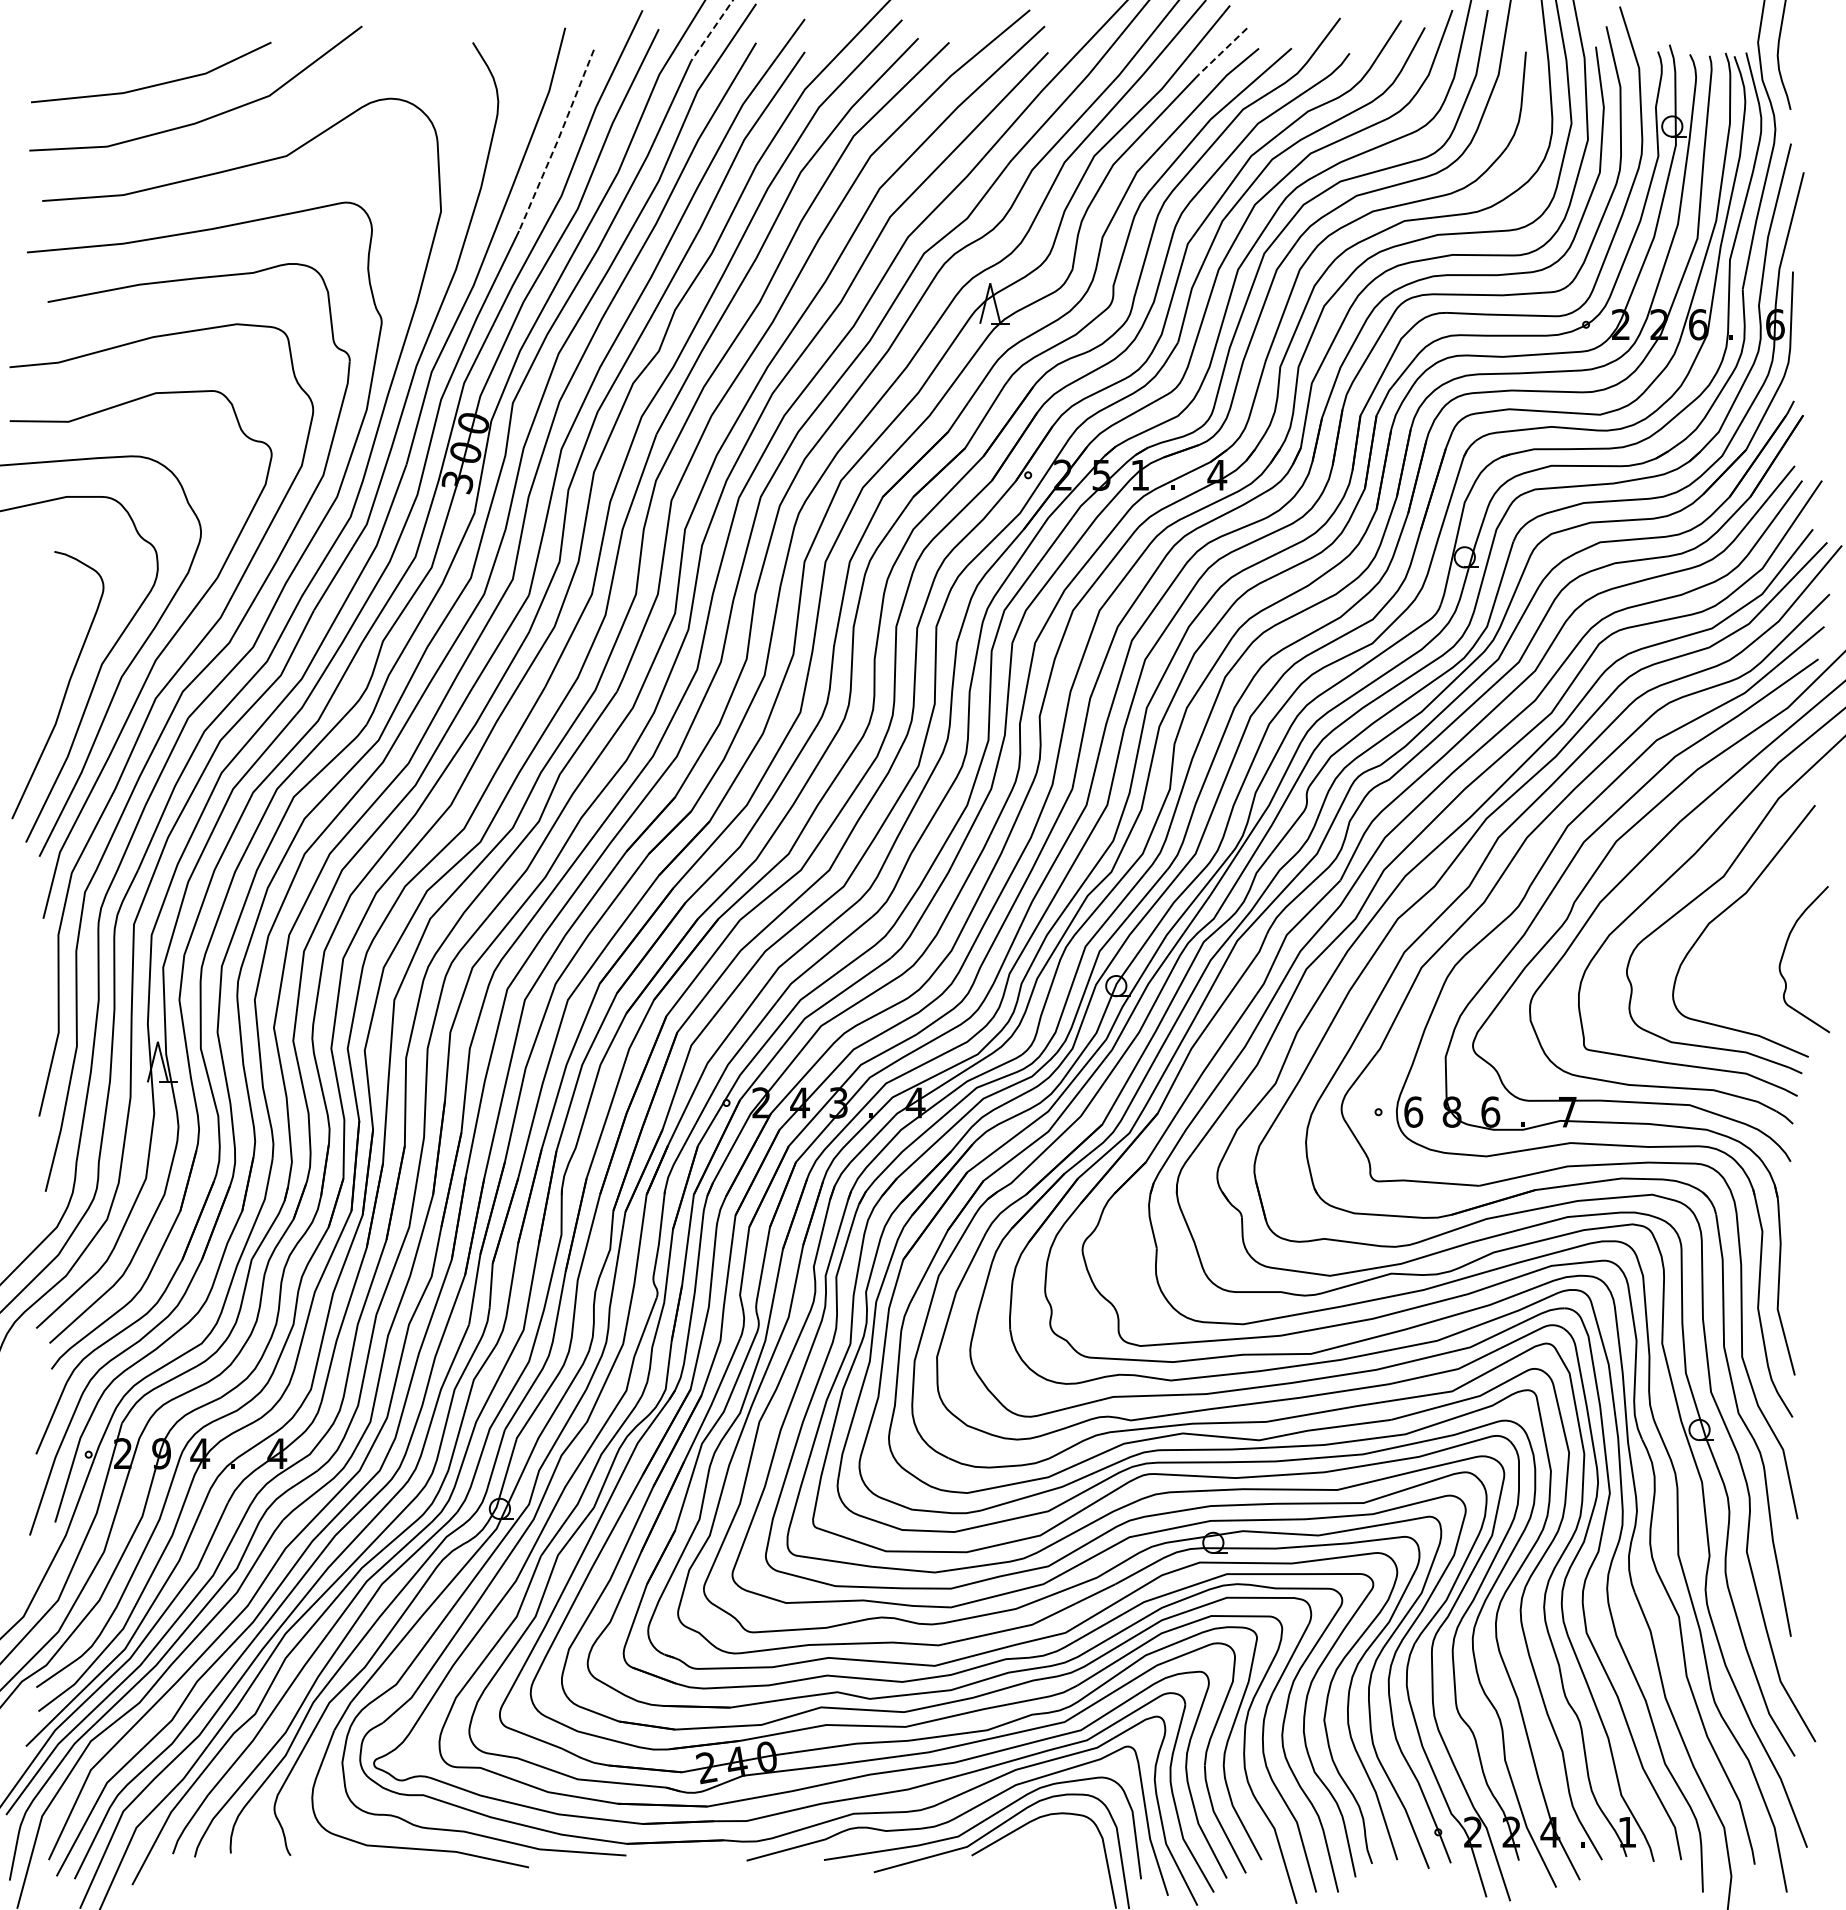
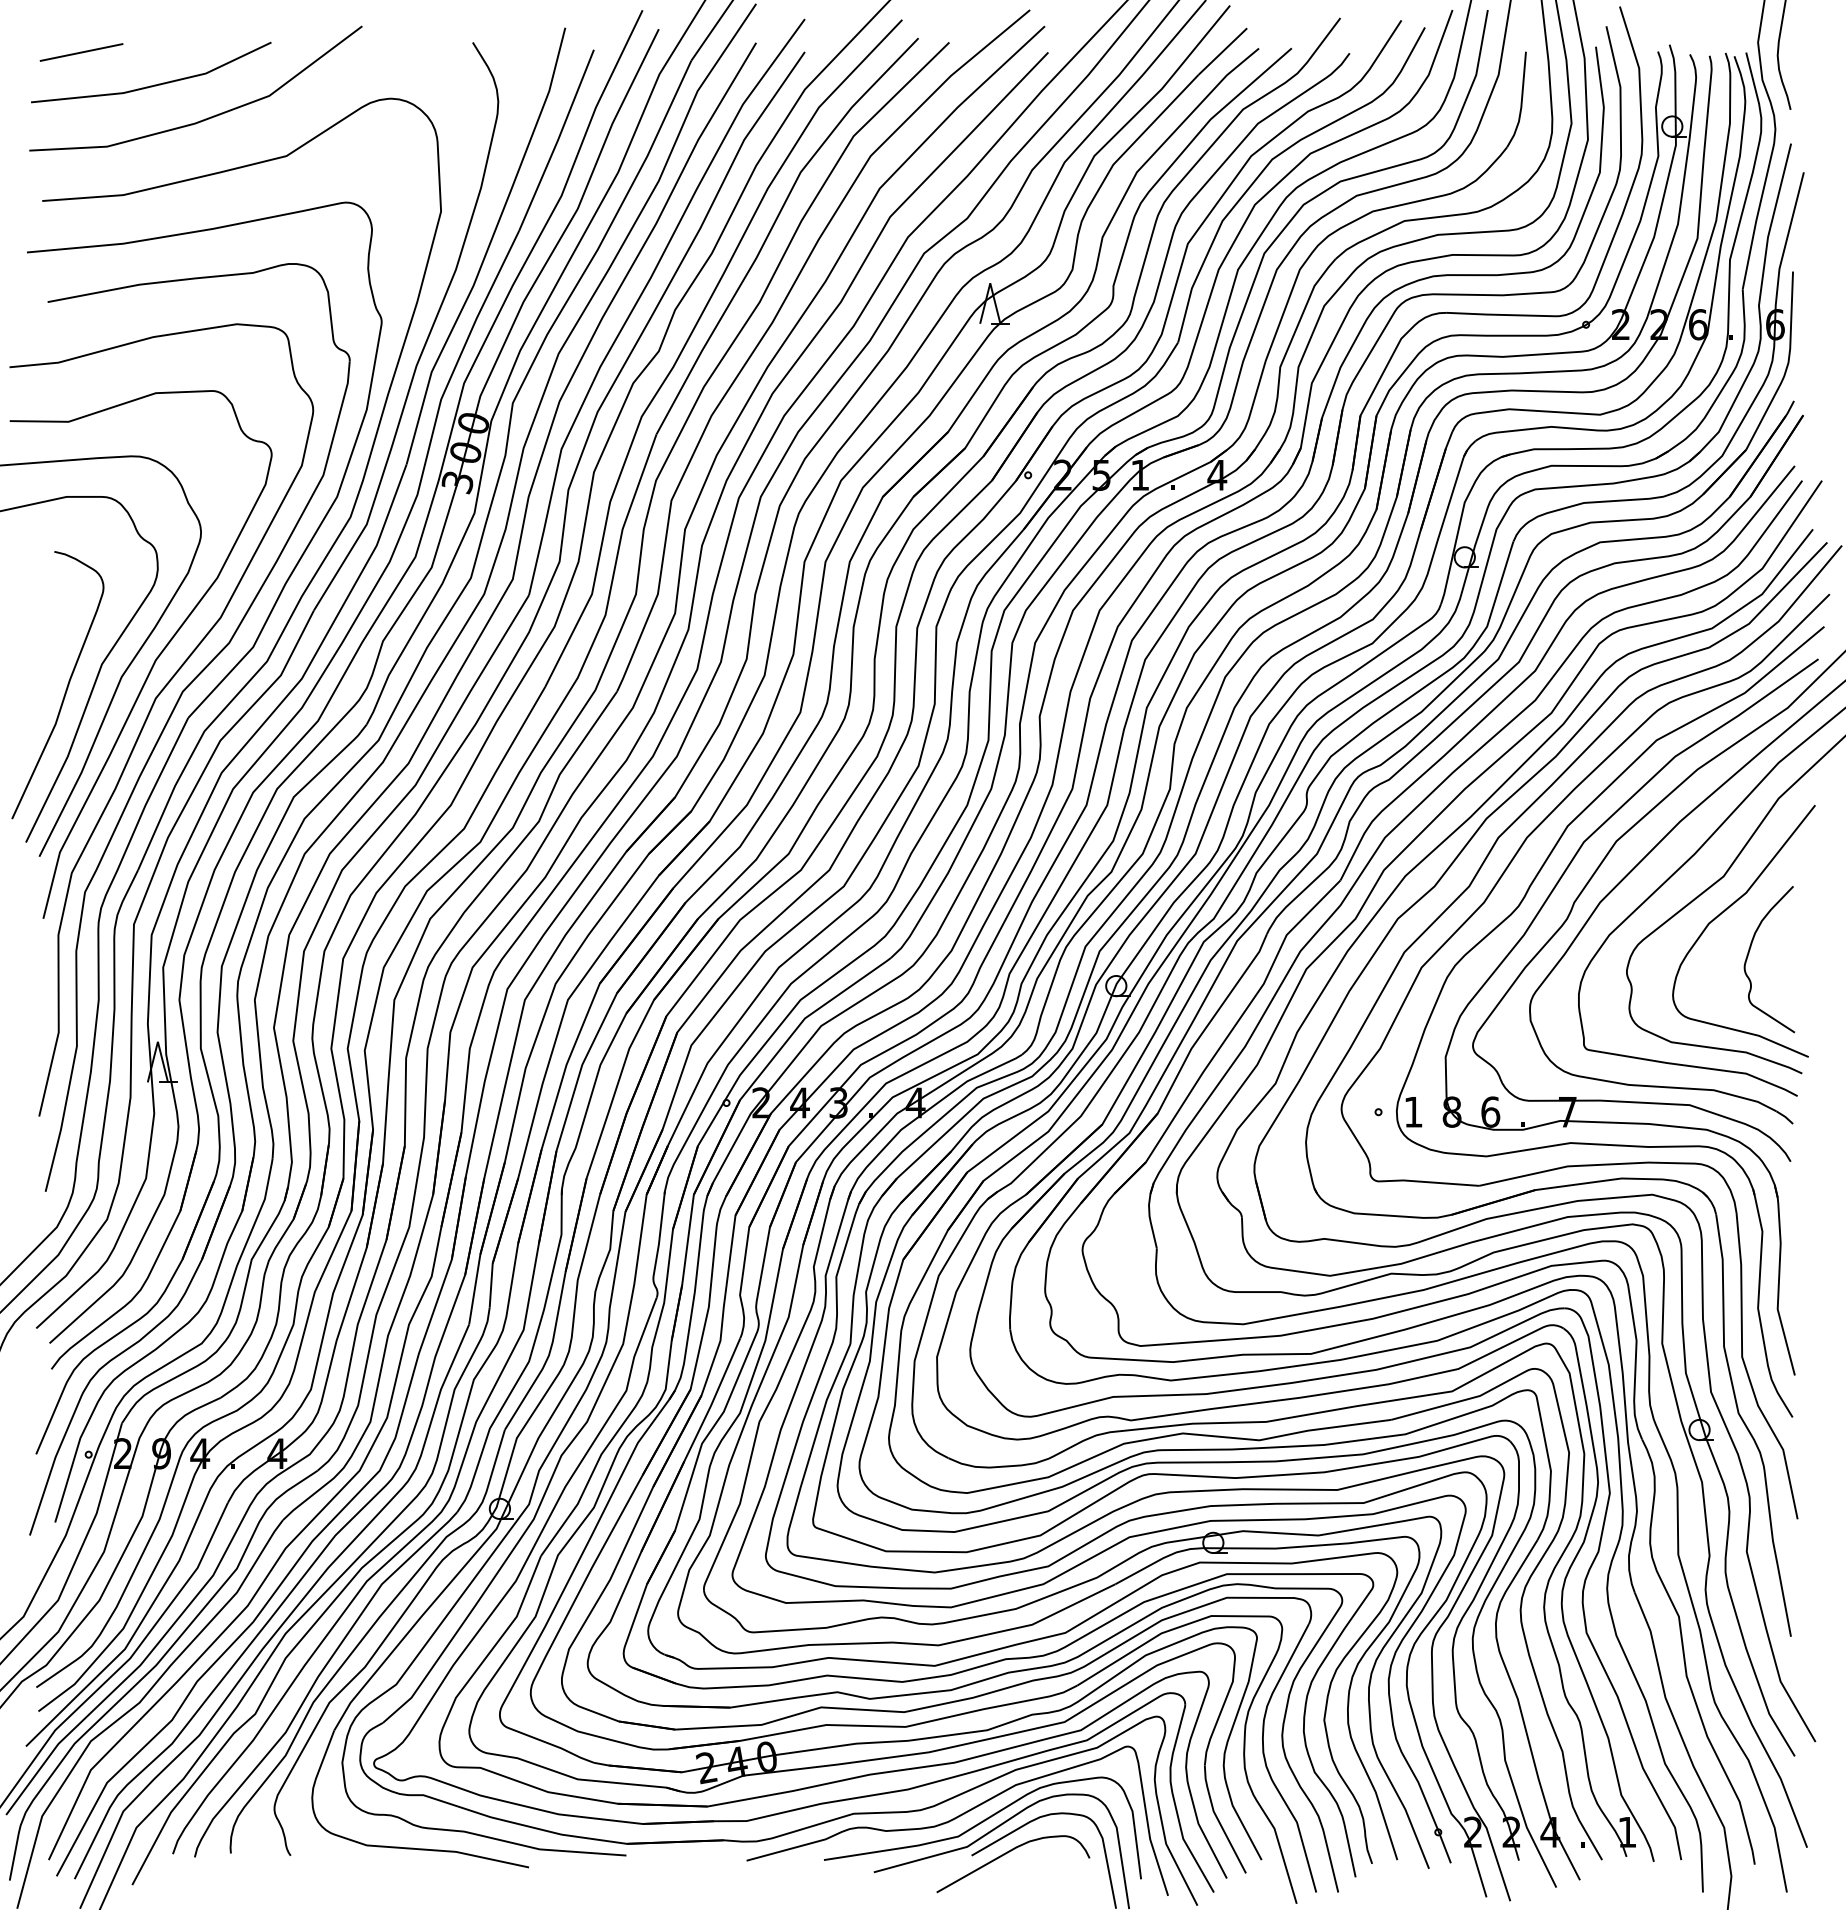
line at (712, 30): dashed -> solid
line at (1222, 51): dashed -> solid
line at (81, 52): none -> present
line at (557, 140): dashed -> solid
part at (1784, 953) position: (1784, 953) -> (1749, 953)
text at (1413, 1111): 6 -> 1
curve at (1006, 1854): none -> present
